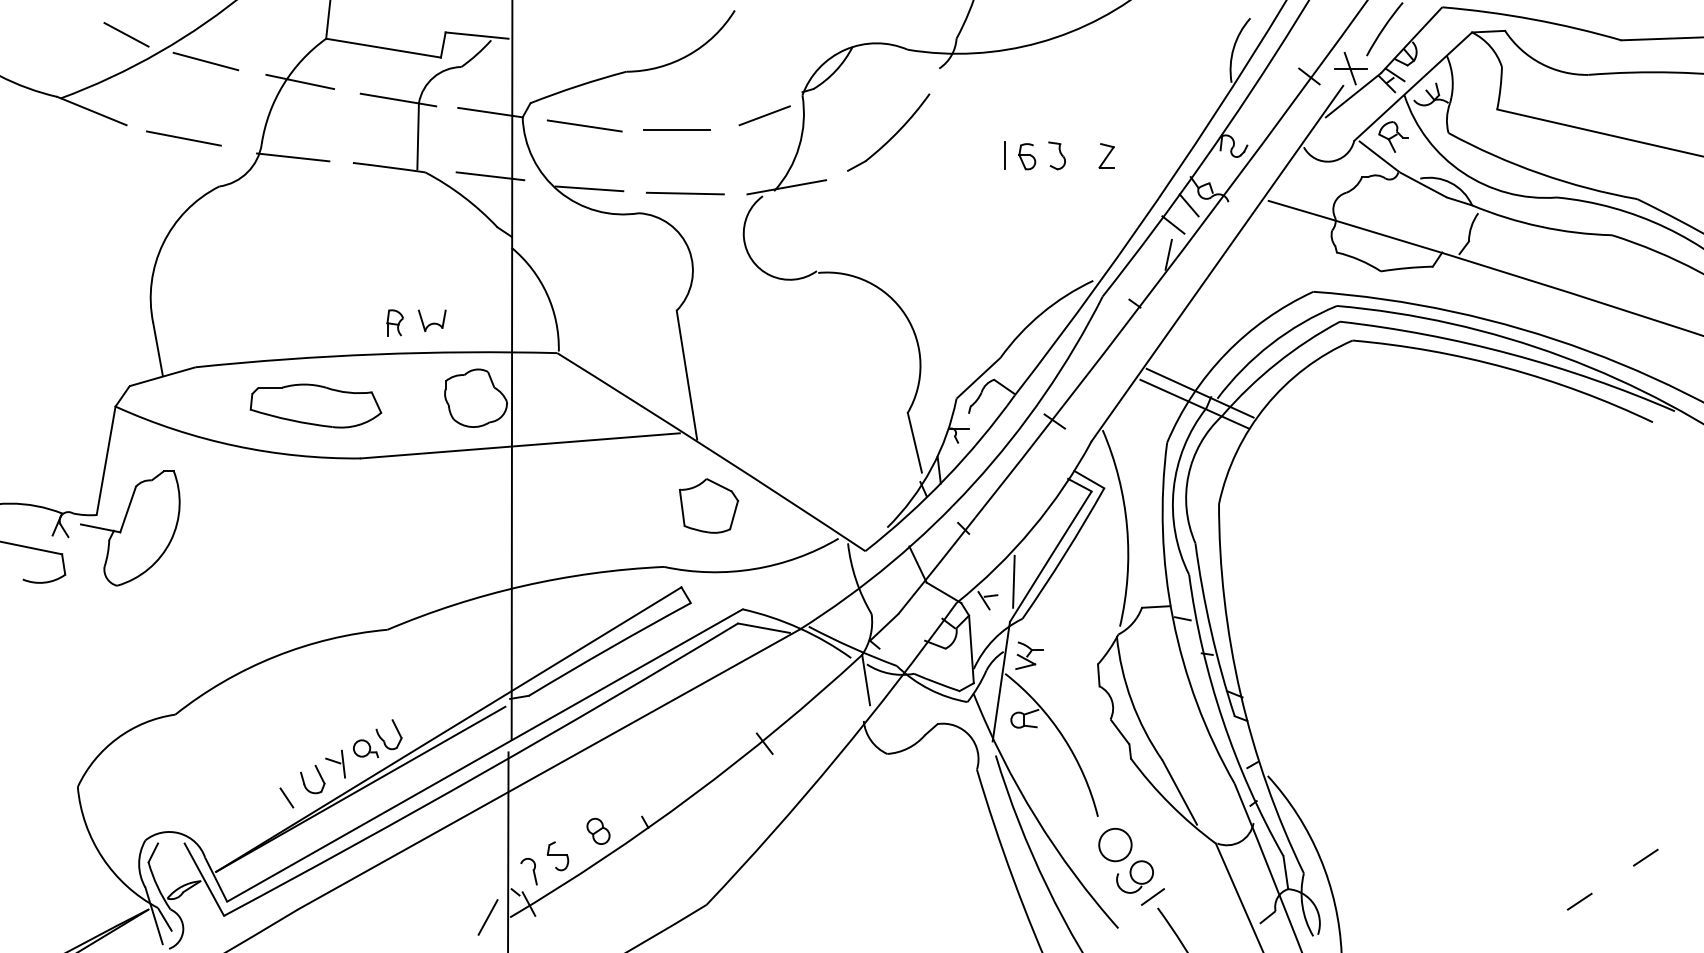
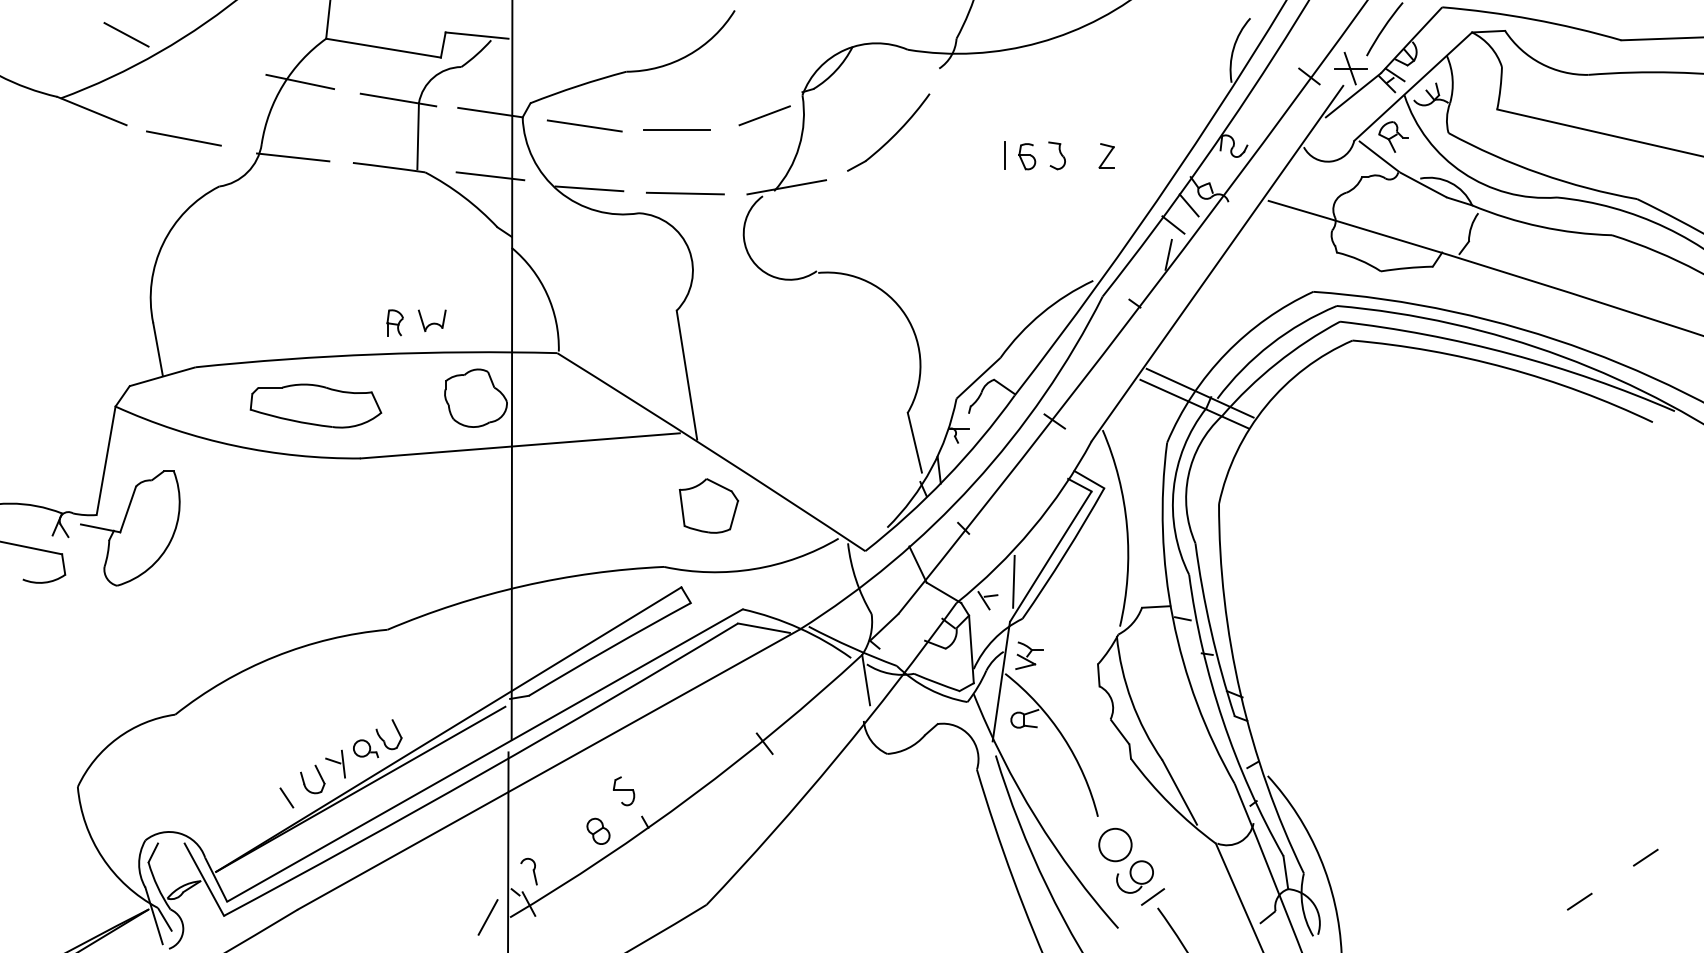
line at (205, 61): present -> none
part at (557, 856) position: (557, 856) -> (623, 791)
